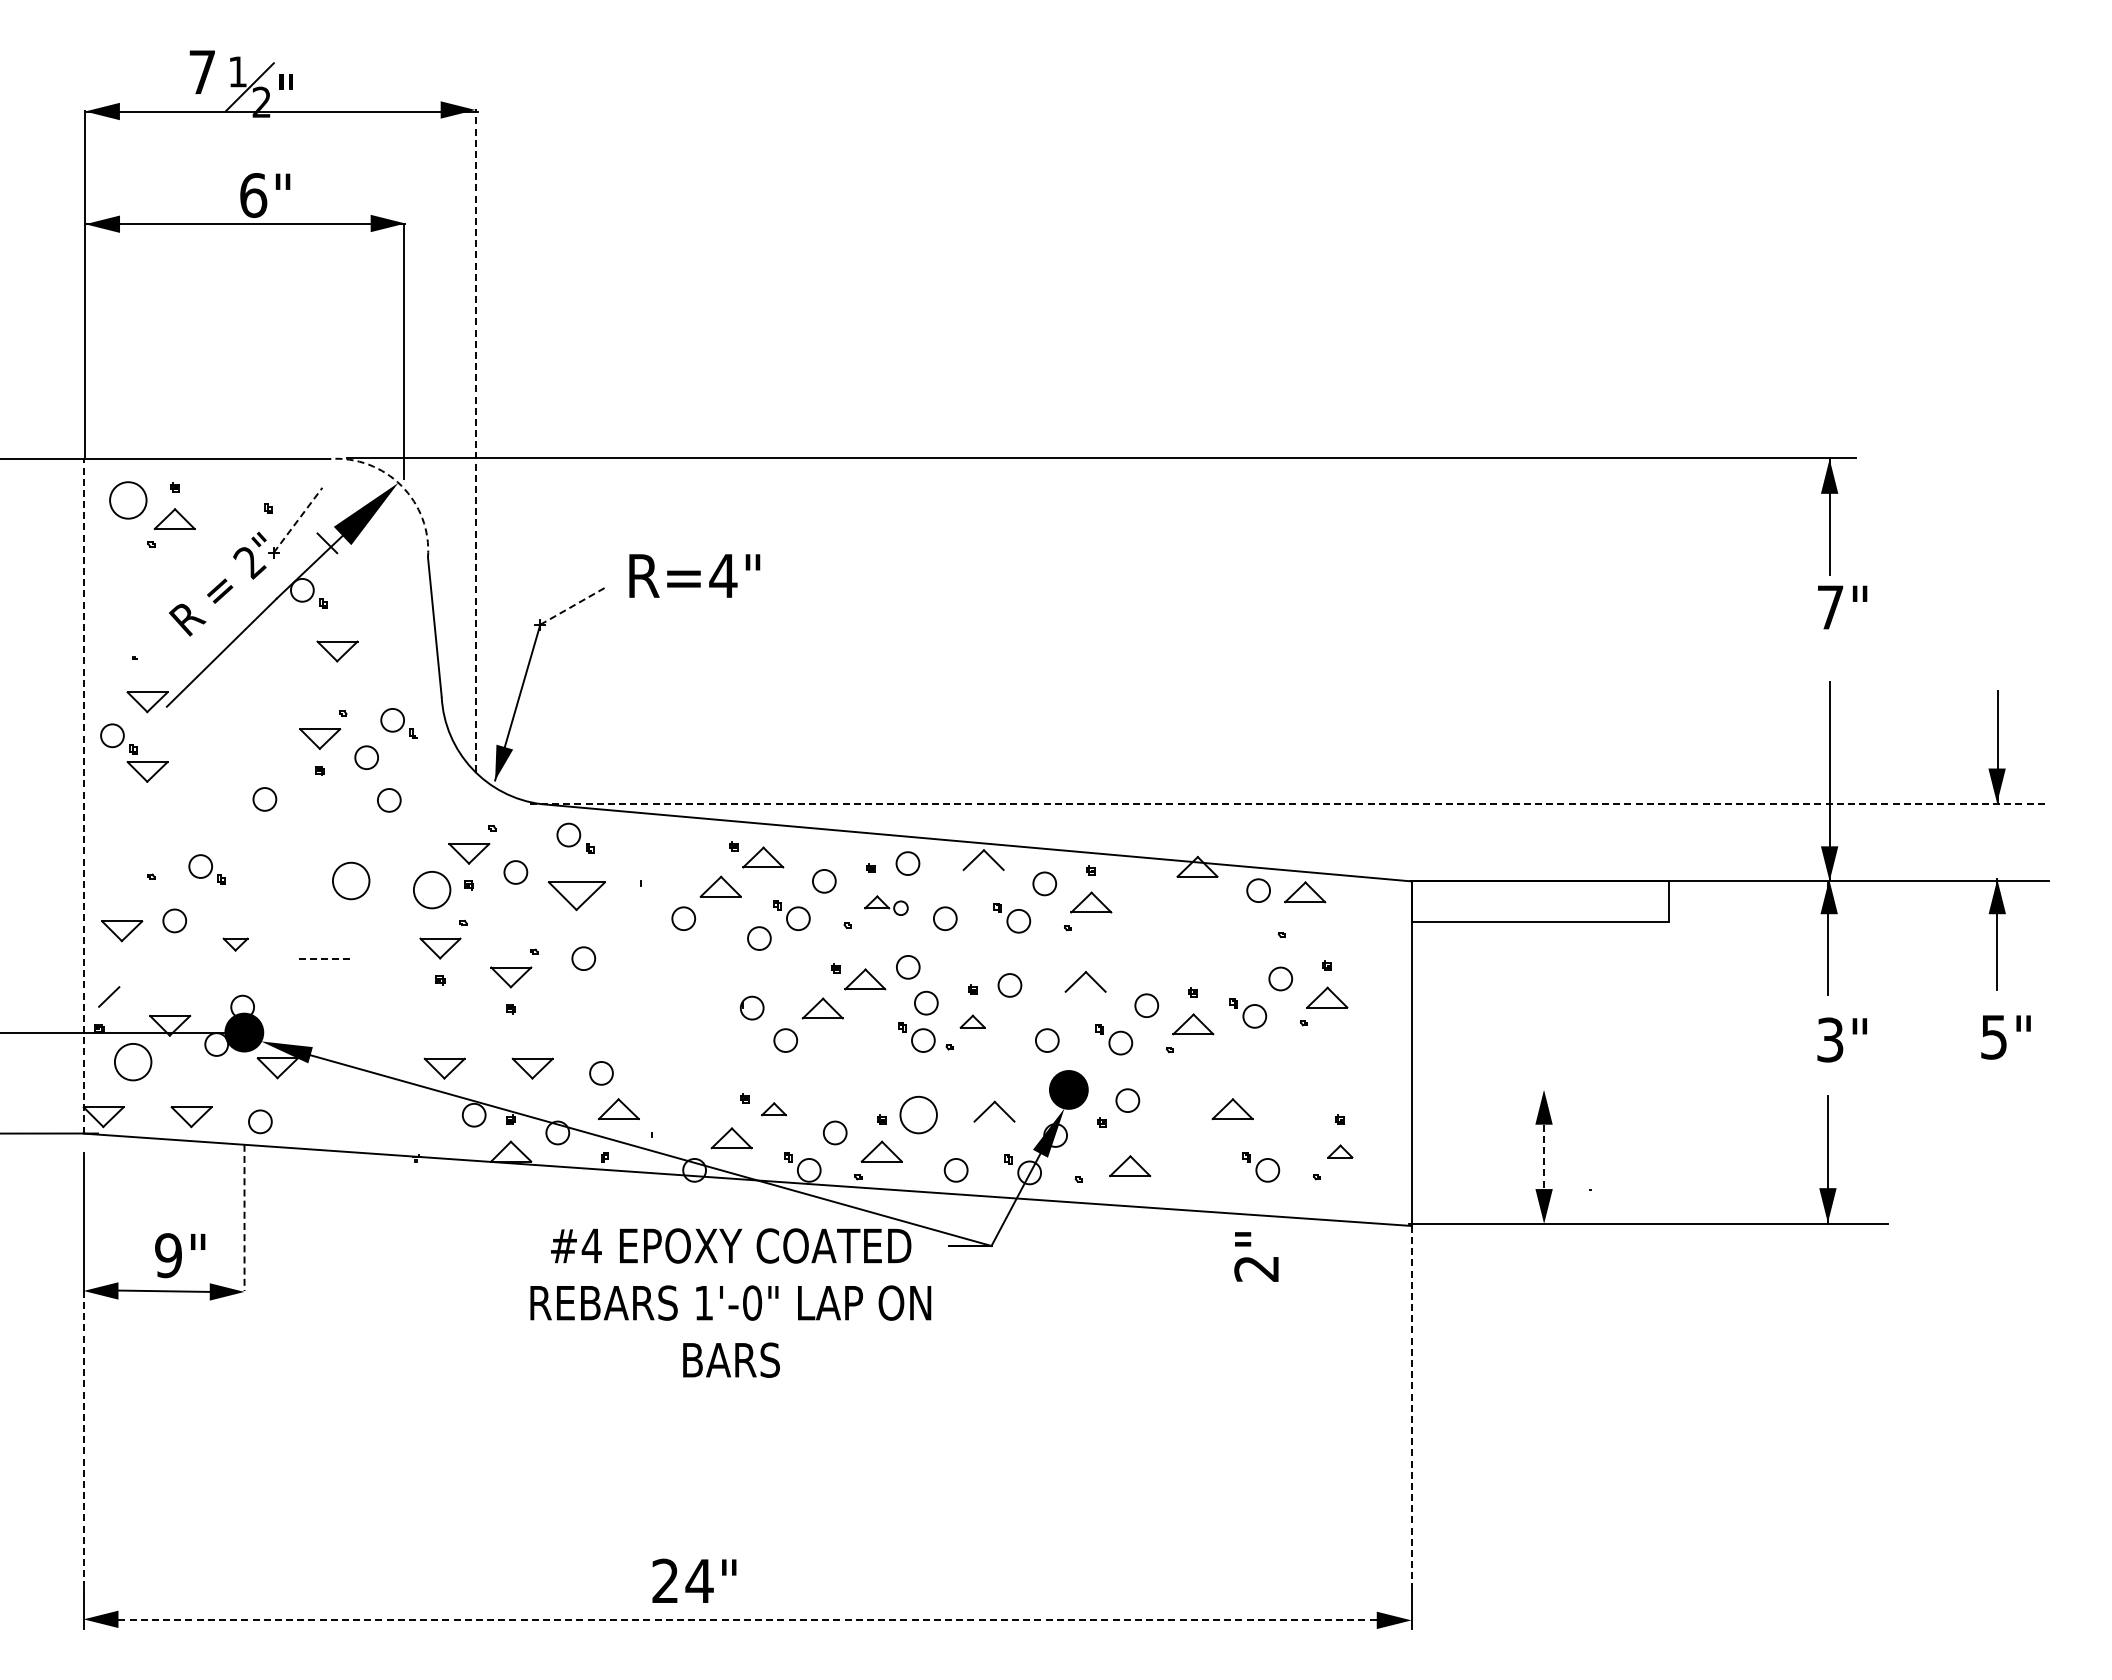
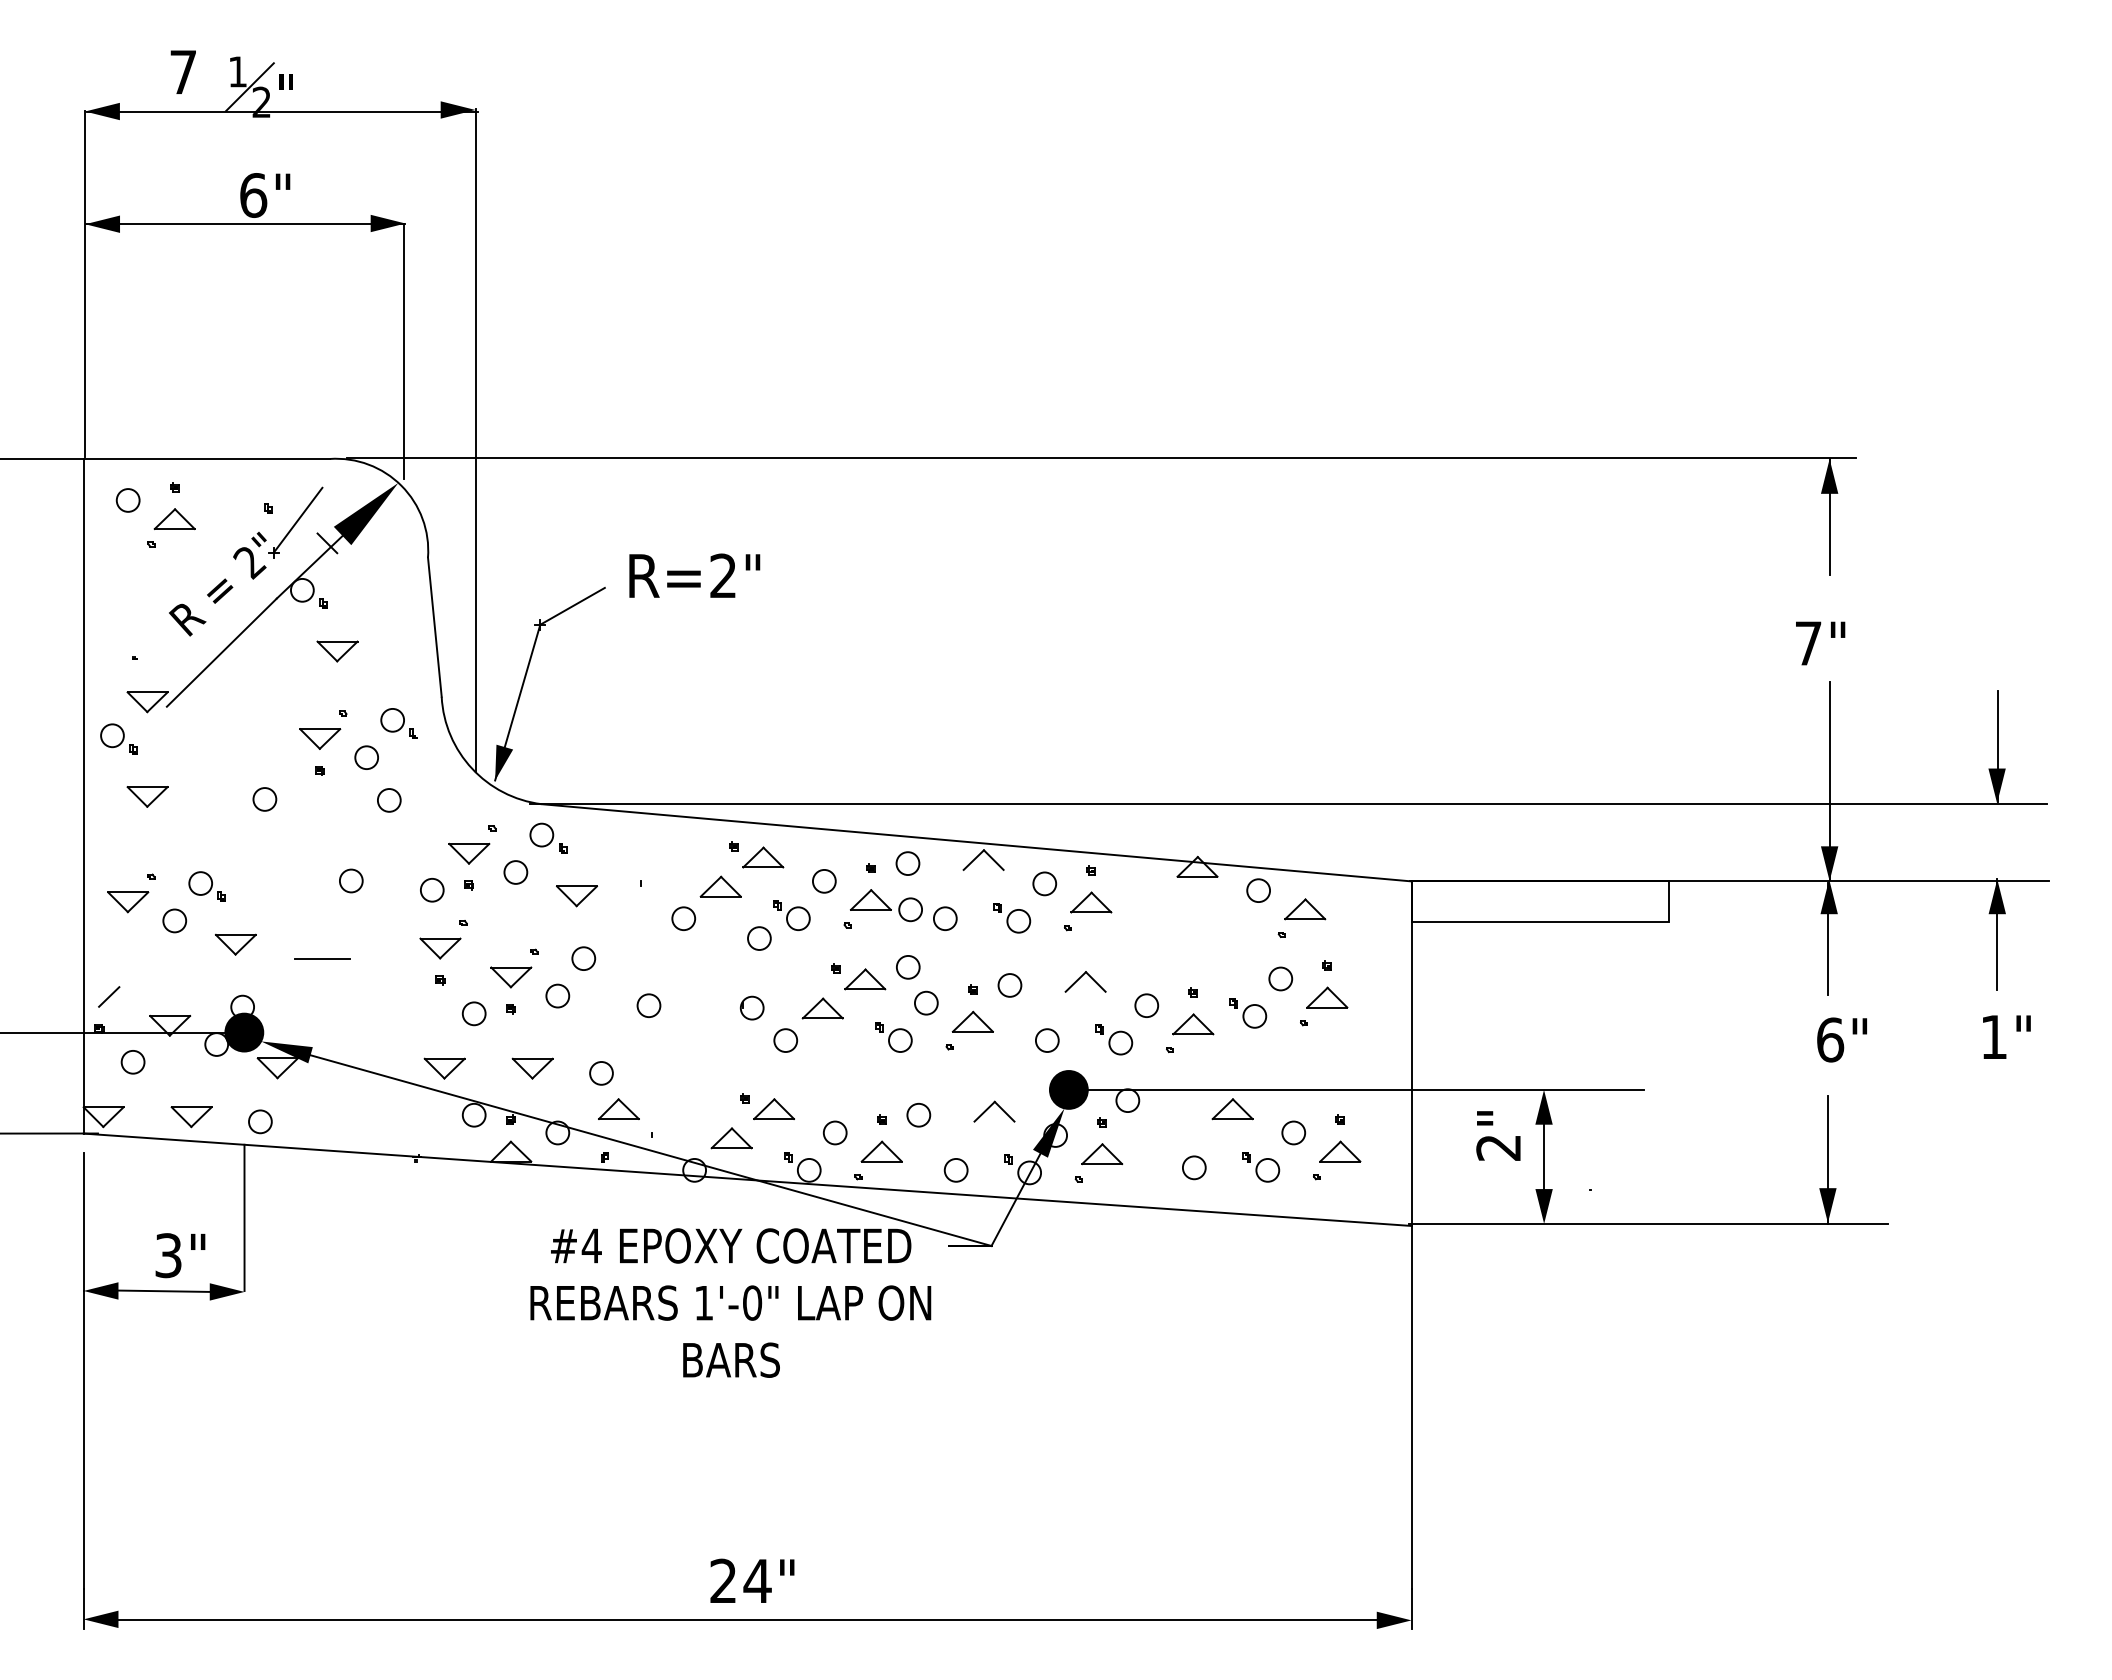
text at (201, 71) position: (201, 71) -> (182, 71)
line at (475, 440): dashed -> solid
arc at (401, 485): dashed -> solid
circle at (128, 500) size: 39x39 px -> 26x25 px
line at (298, 520): dashed -> solid
text at (723, 575): R=4" -> R=2"
line at (573, 606): dashed -> solid
text at (1842, 607) position: (1842, 607) -> (1820, 643)
part at (147, 771) position: (147, 771) -> (147, 796)
line at (83, 795): dashed -> solid
line at (1288, 804): dashed -> solid
part at (575, 837) position: (575, 837) -> (548, 837)
part at (206, 869) position: (206, 869) -> (206, 886)
circle at (351, 880) size: 39x40 px -> 25x26 px
circle at (432, 890) size: 39x39 px -> 25x25 px
part at (1305, 892) position: (1305, 892) -> (1305, 909)
part at (576, 896) size: 58x31 px -> 42x23 px
part at (886, 905) size: 45x21 px -> 73x34 px
part at (122, 931) position: (122, 931) -> (128, 902)
part at (235, 944) size: 27x15 px -> 43x23 px
line at (322, 959): dashed -> solid
circle at (557, 995): none -> present
circle at (648, 1005): none -> present
circle at (473, 1013): none -> present
part at (972, 1021) size: 27x15 px -> 43x23 px
part at (916, 1037) position: (916, 1037) -> (893, 1037)
text at (1993, 1037): 5" -> 1"
text at (1830, 1039): 3" -> 6"
circle at (133, 1062) size: 39x39 px -> 26x25 px
line at (1356, 1089): none -> present
part at (774, 1109) size: 27x15 px -> 42x23 px
circle at (918, 1114) size: 39x40 px -> 26x25 px
circle at (1293, 1132): none -> present
part at (1340, 1151) size: 27x15 px -> 43x23 px
line at (1544, 1157): dashed -> solid
part at (1130, 1166) position: (1130, 1166) -> (1102, 1154)
circle at (1194, 1167): none -> present
line at (244, 1218): dashed -> solid
text at (168, 1255): 9" -> 3"
text at (1256, 1256) position: (1256, 1256) -> (1498, 1135)
line at (1411, 1407): dashed -> solid
line at (83, 1440): dashed -> solid
text at (694, 1580) position: (694, 1580) -> (752, 1580)
line at (748, 1620): dashed -> solid
